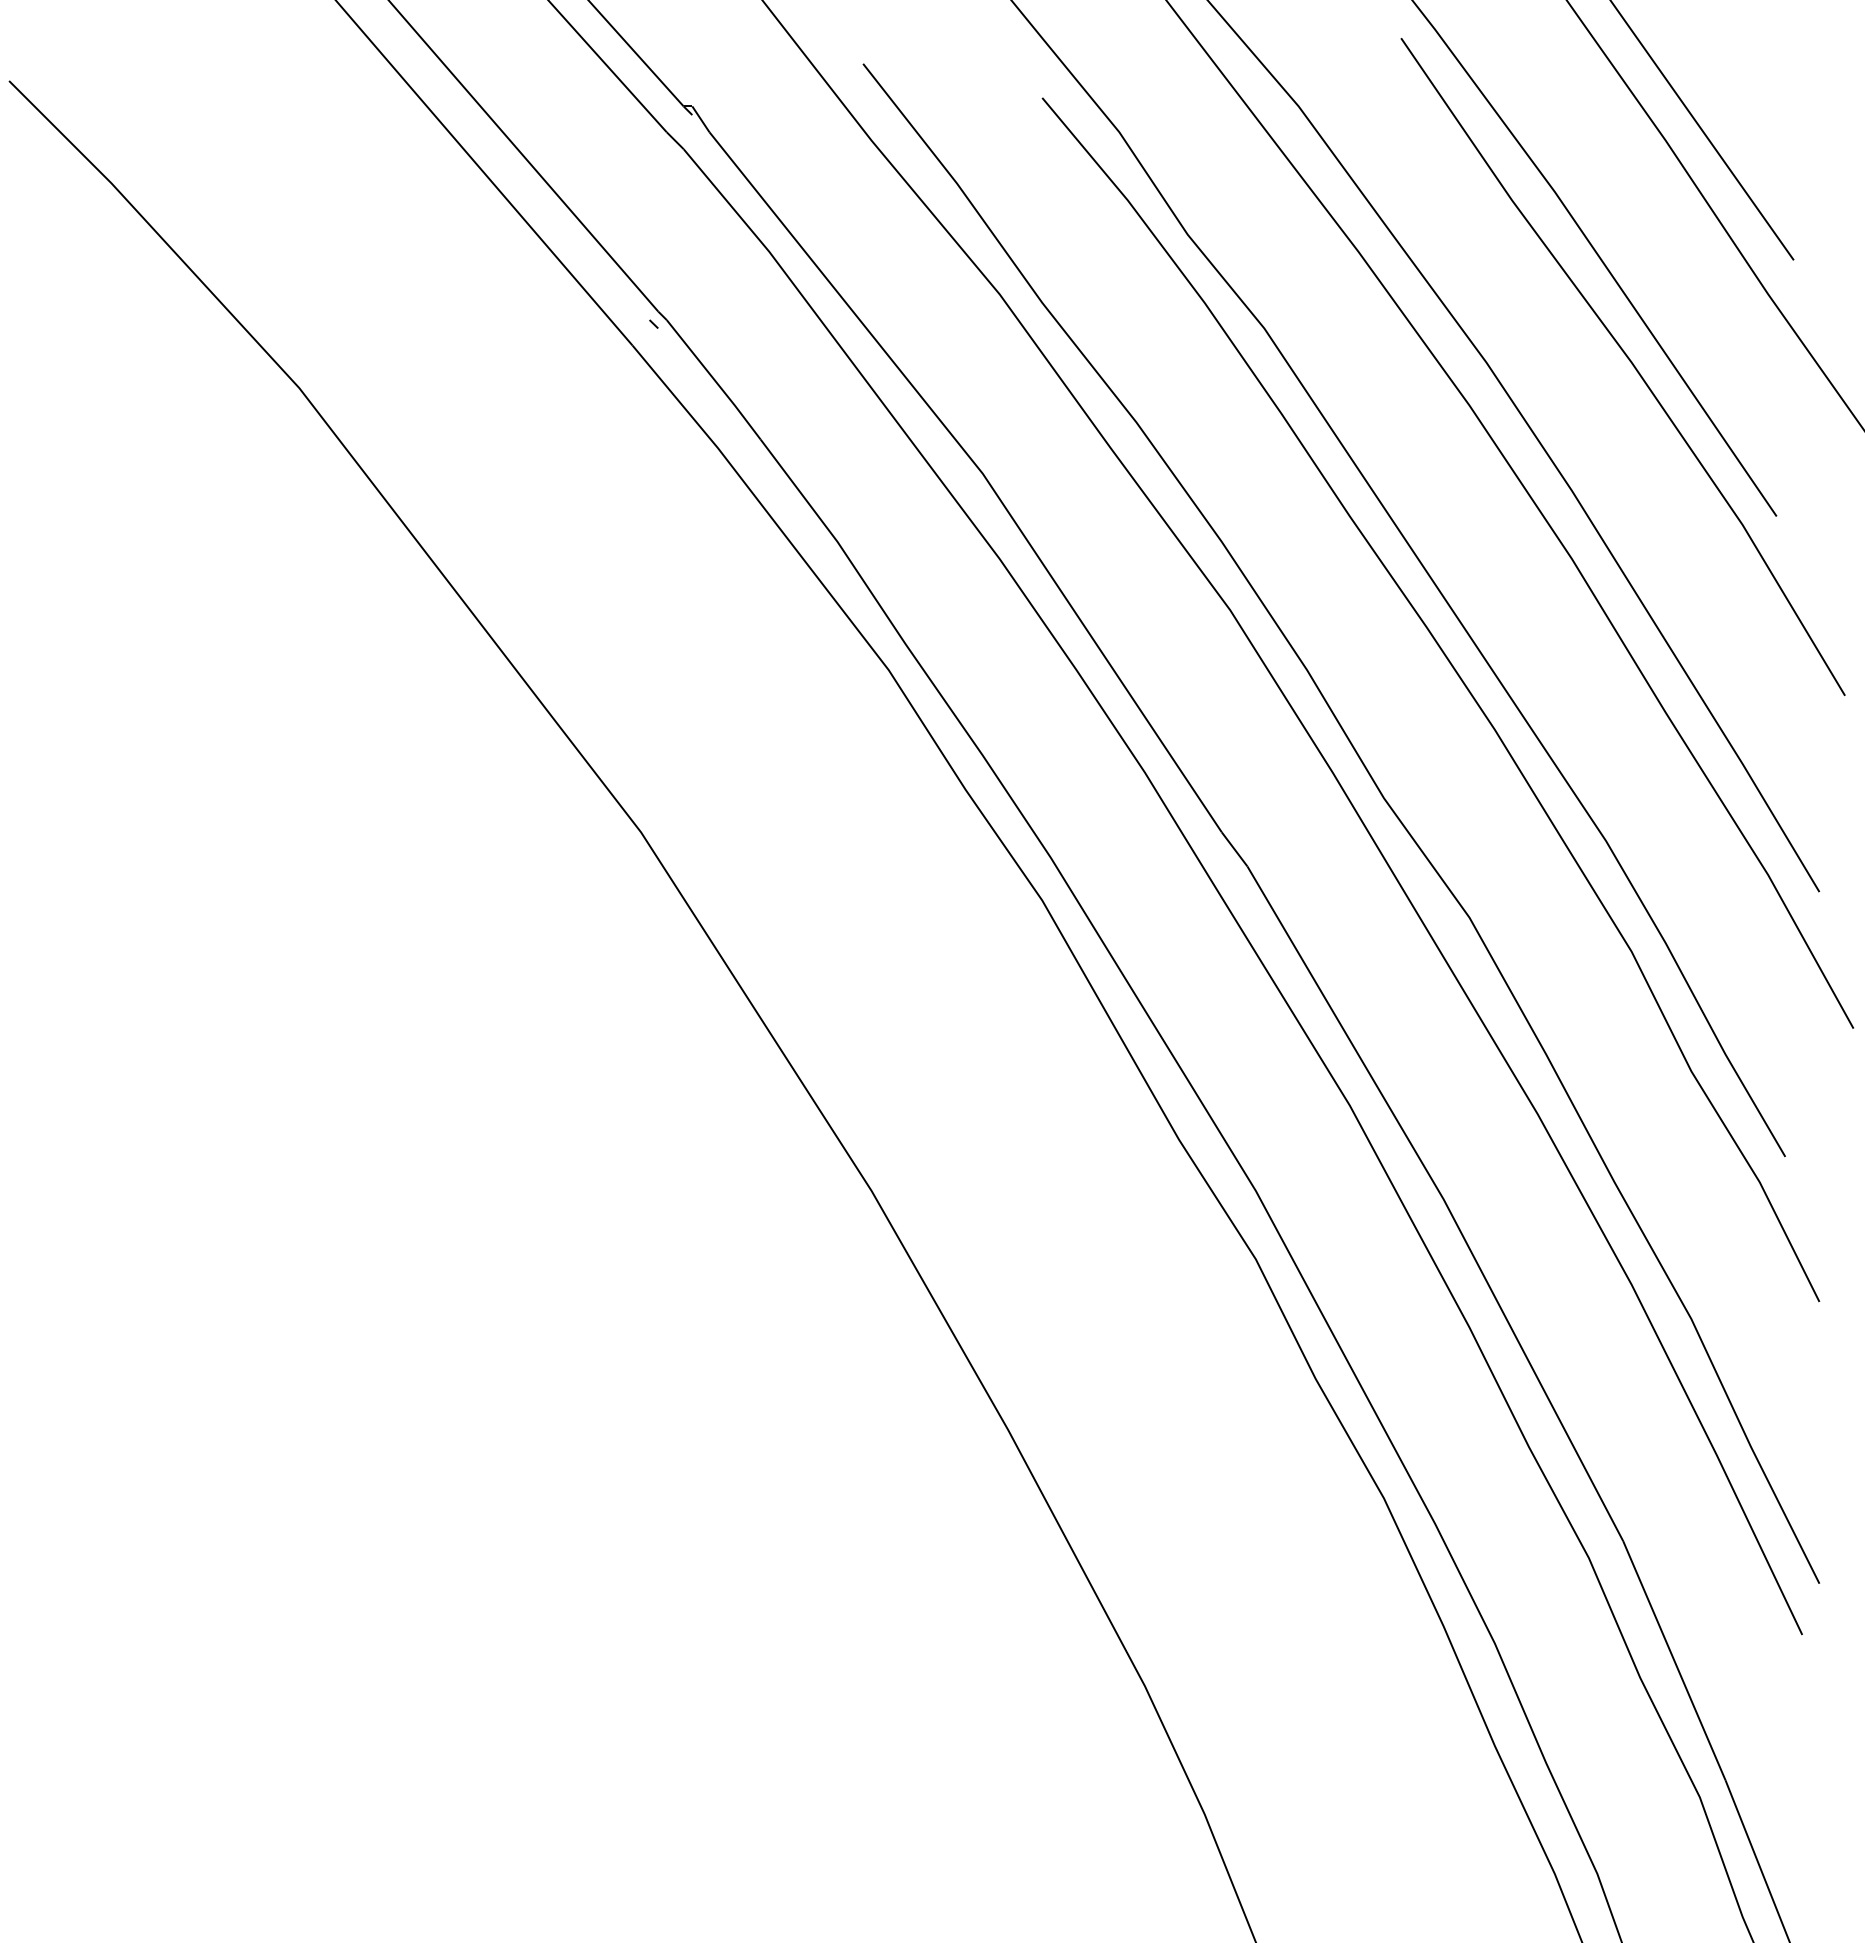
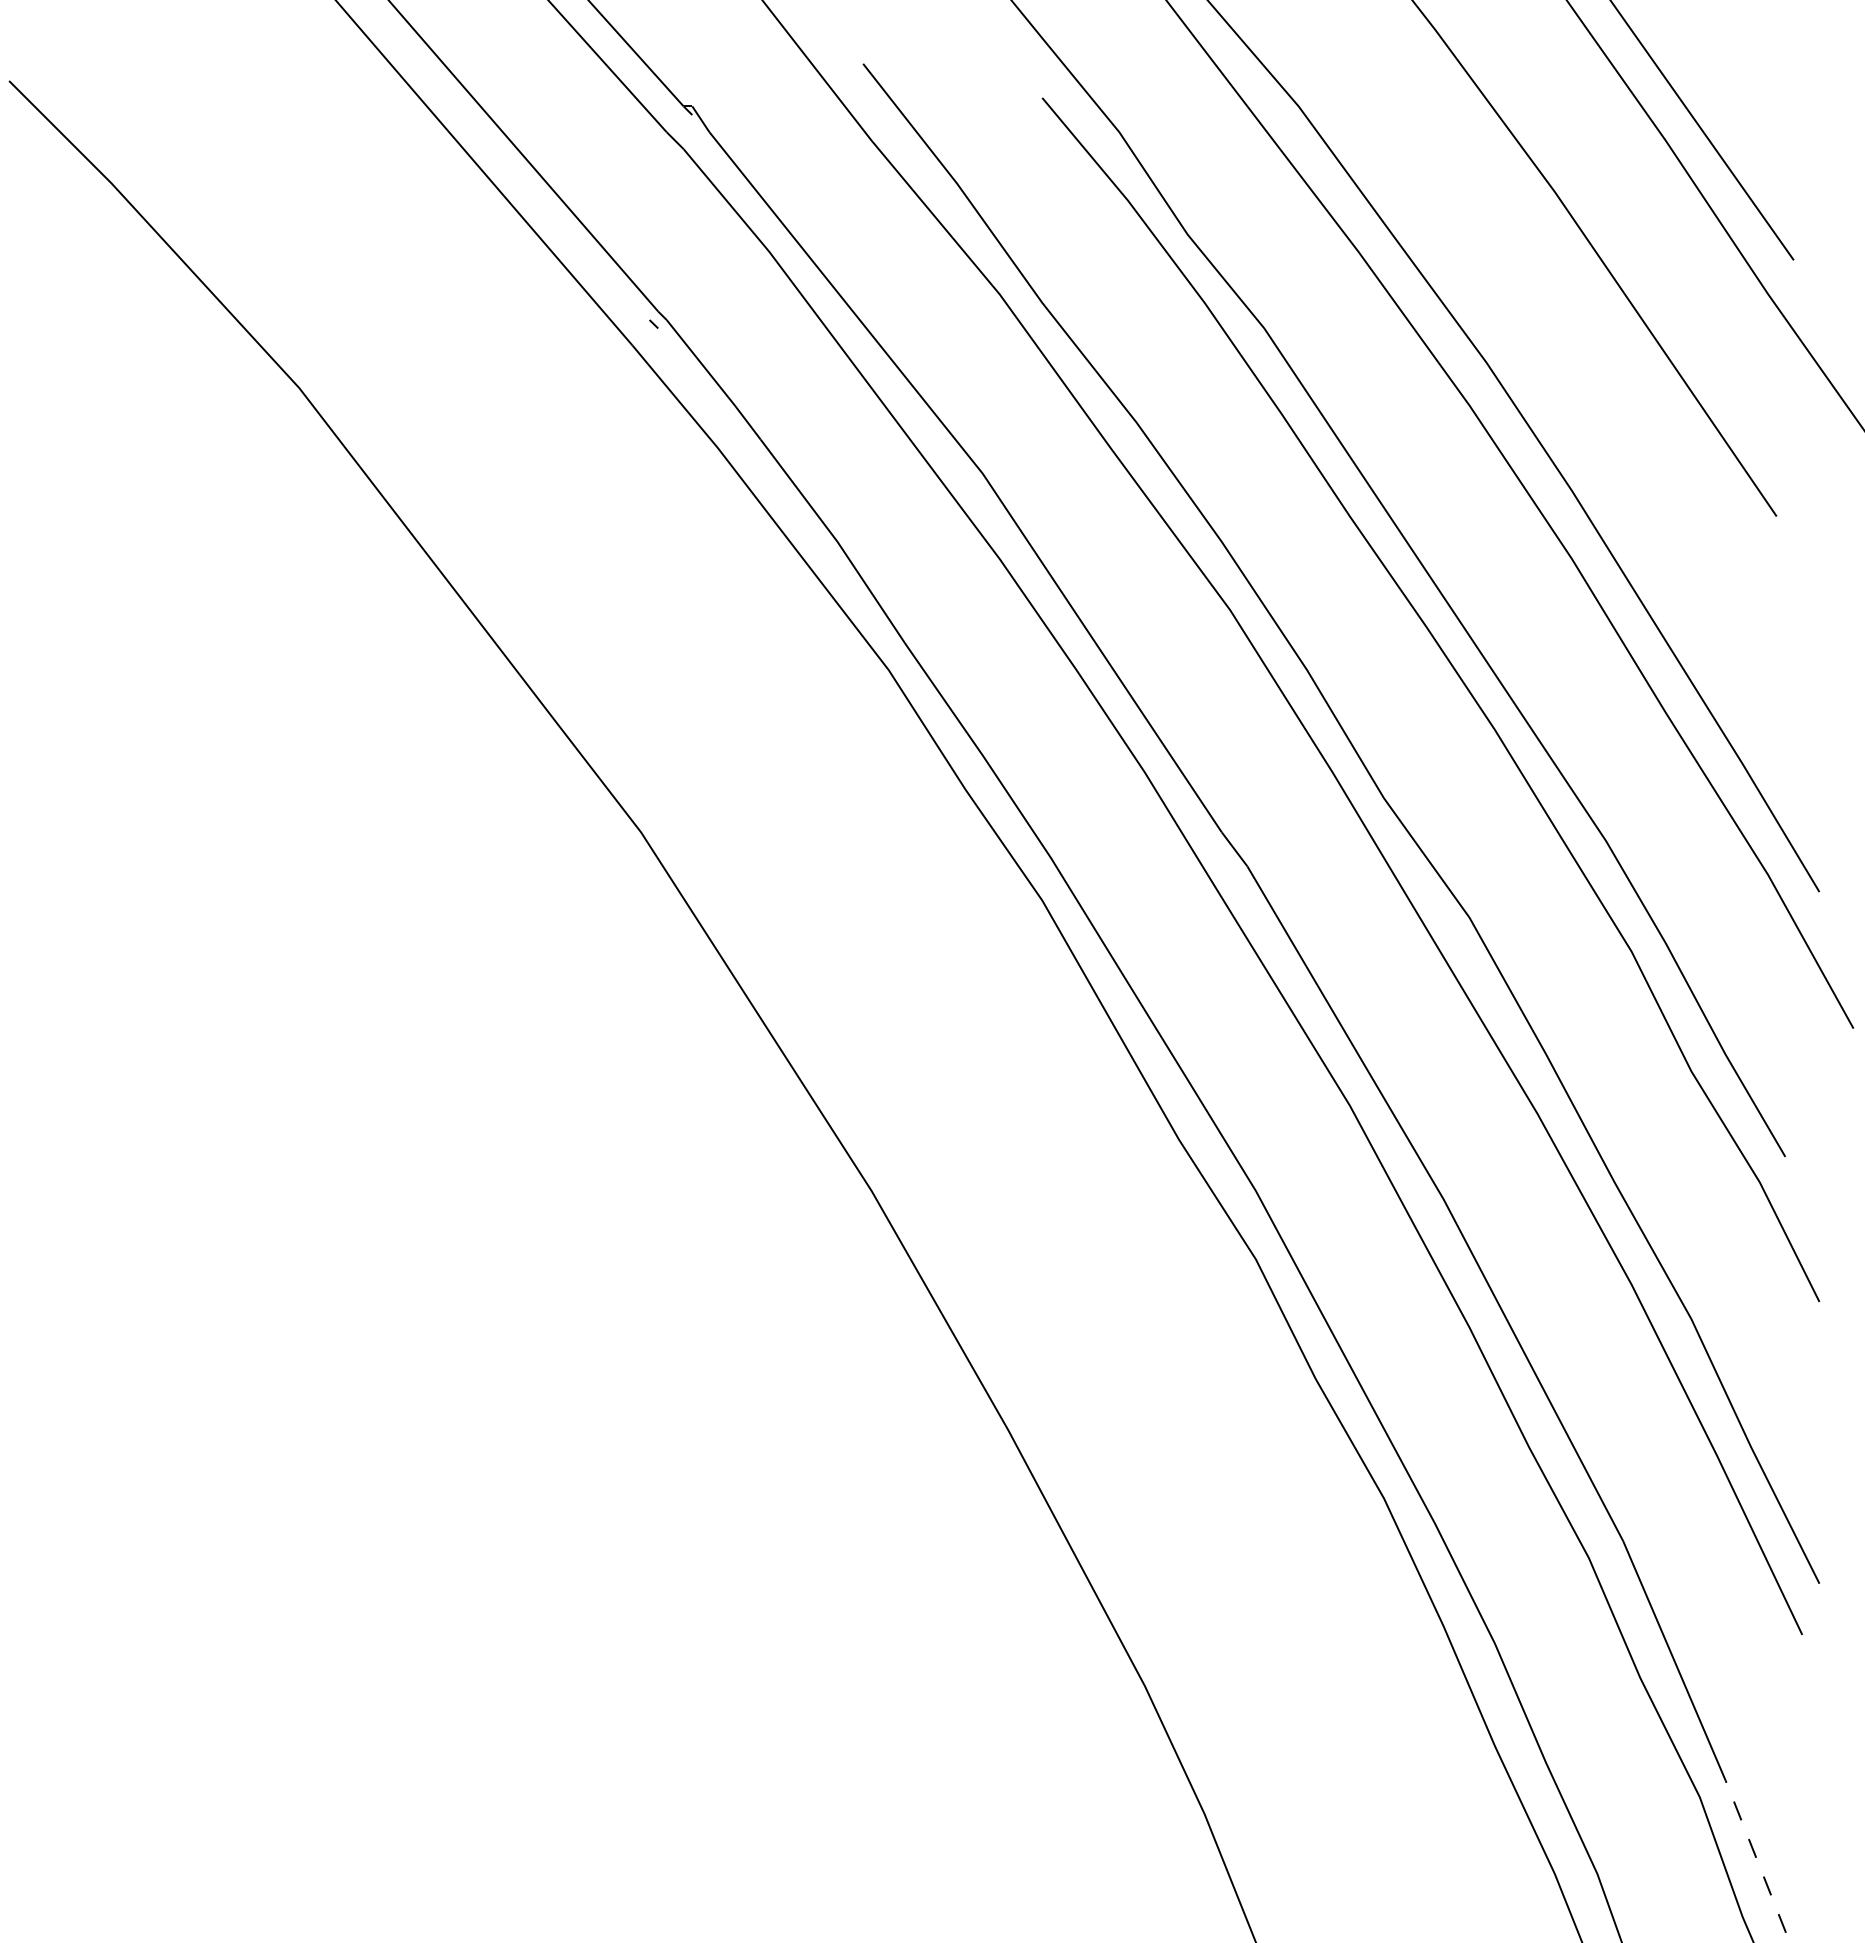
line at (1629, 361): present -> none
line at (1757, 1861): solid -> dashed
